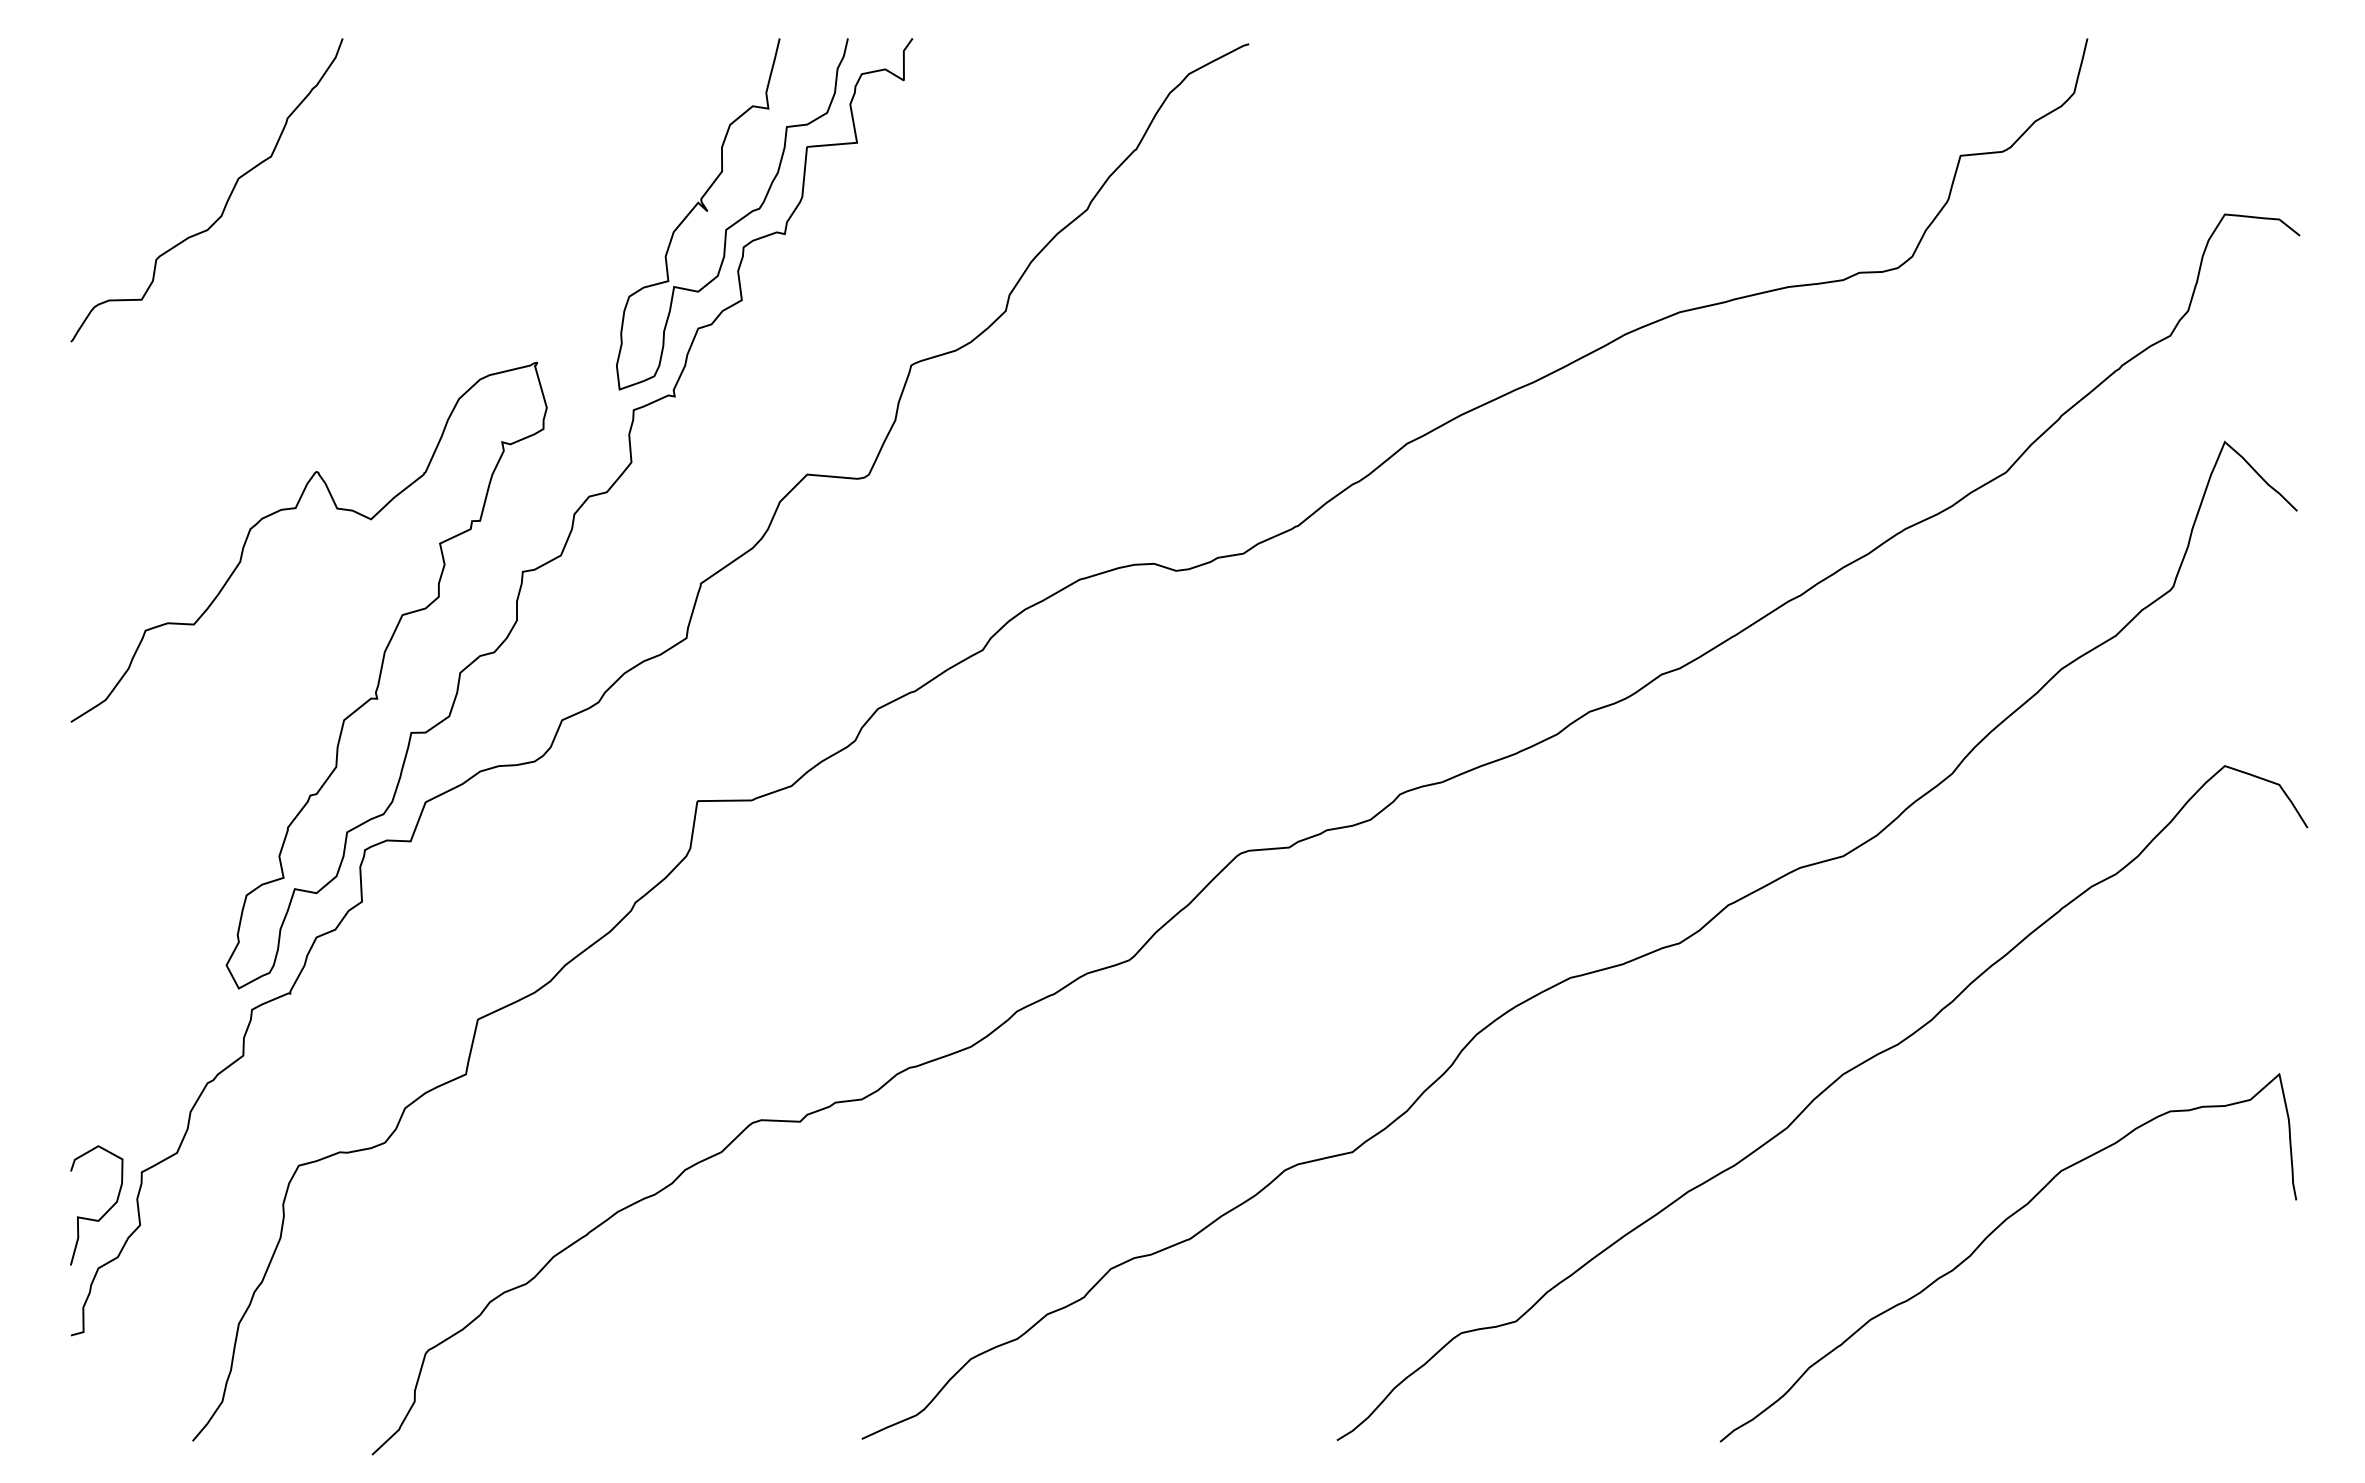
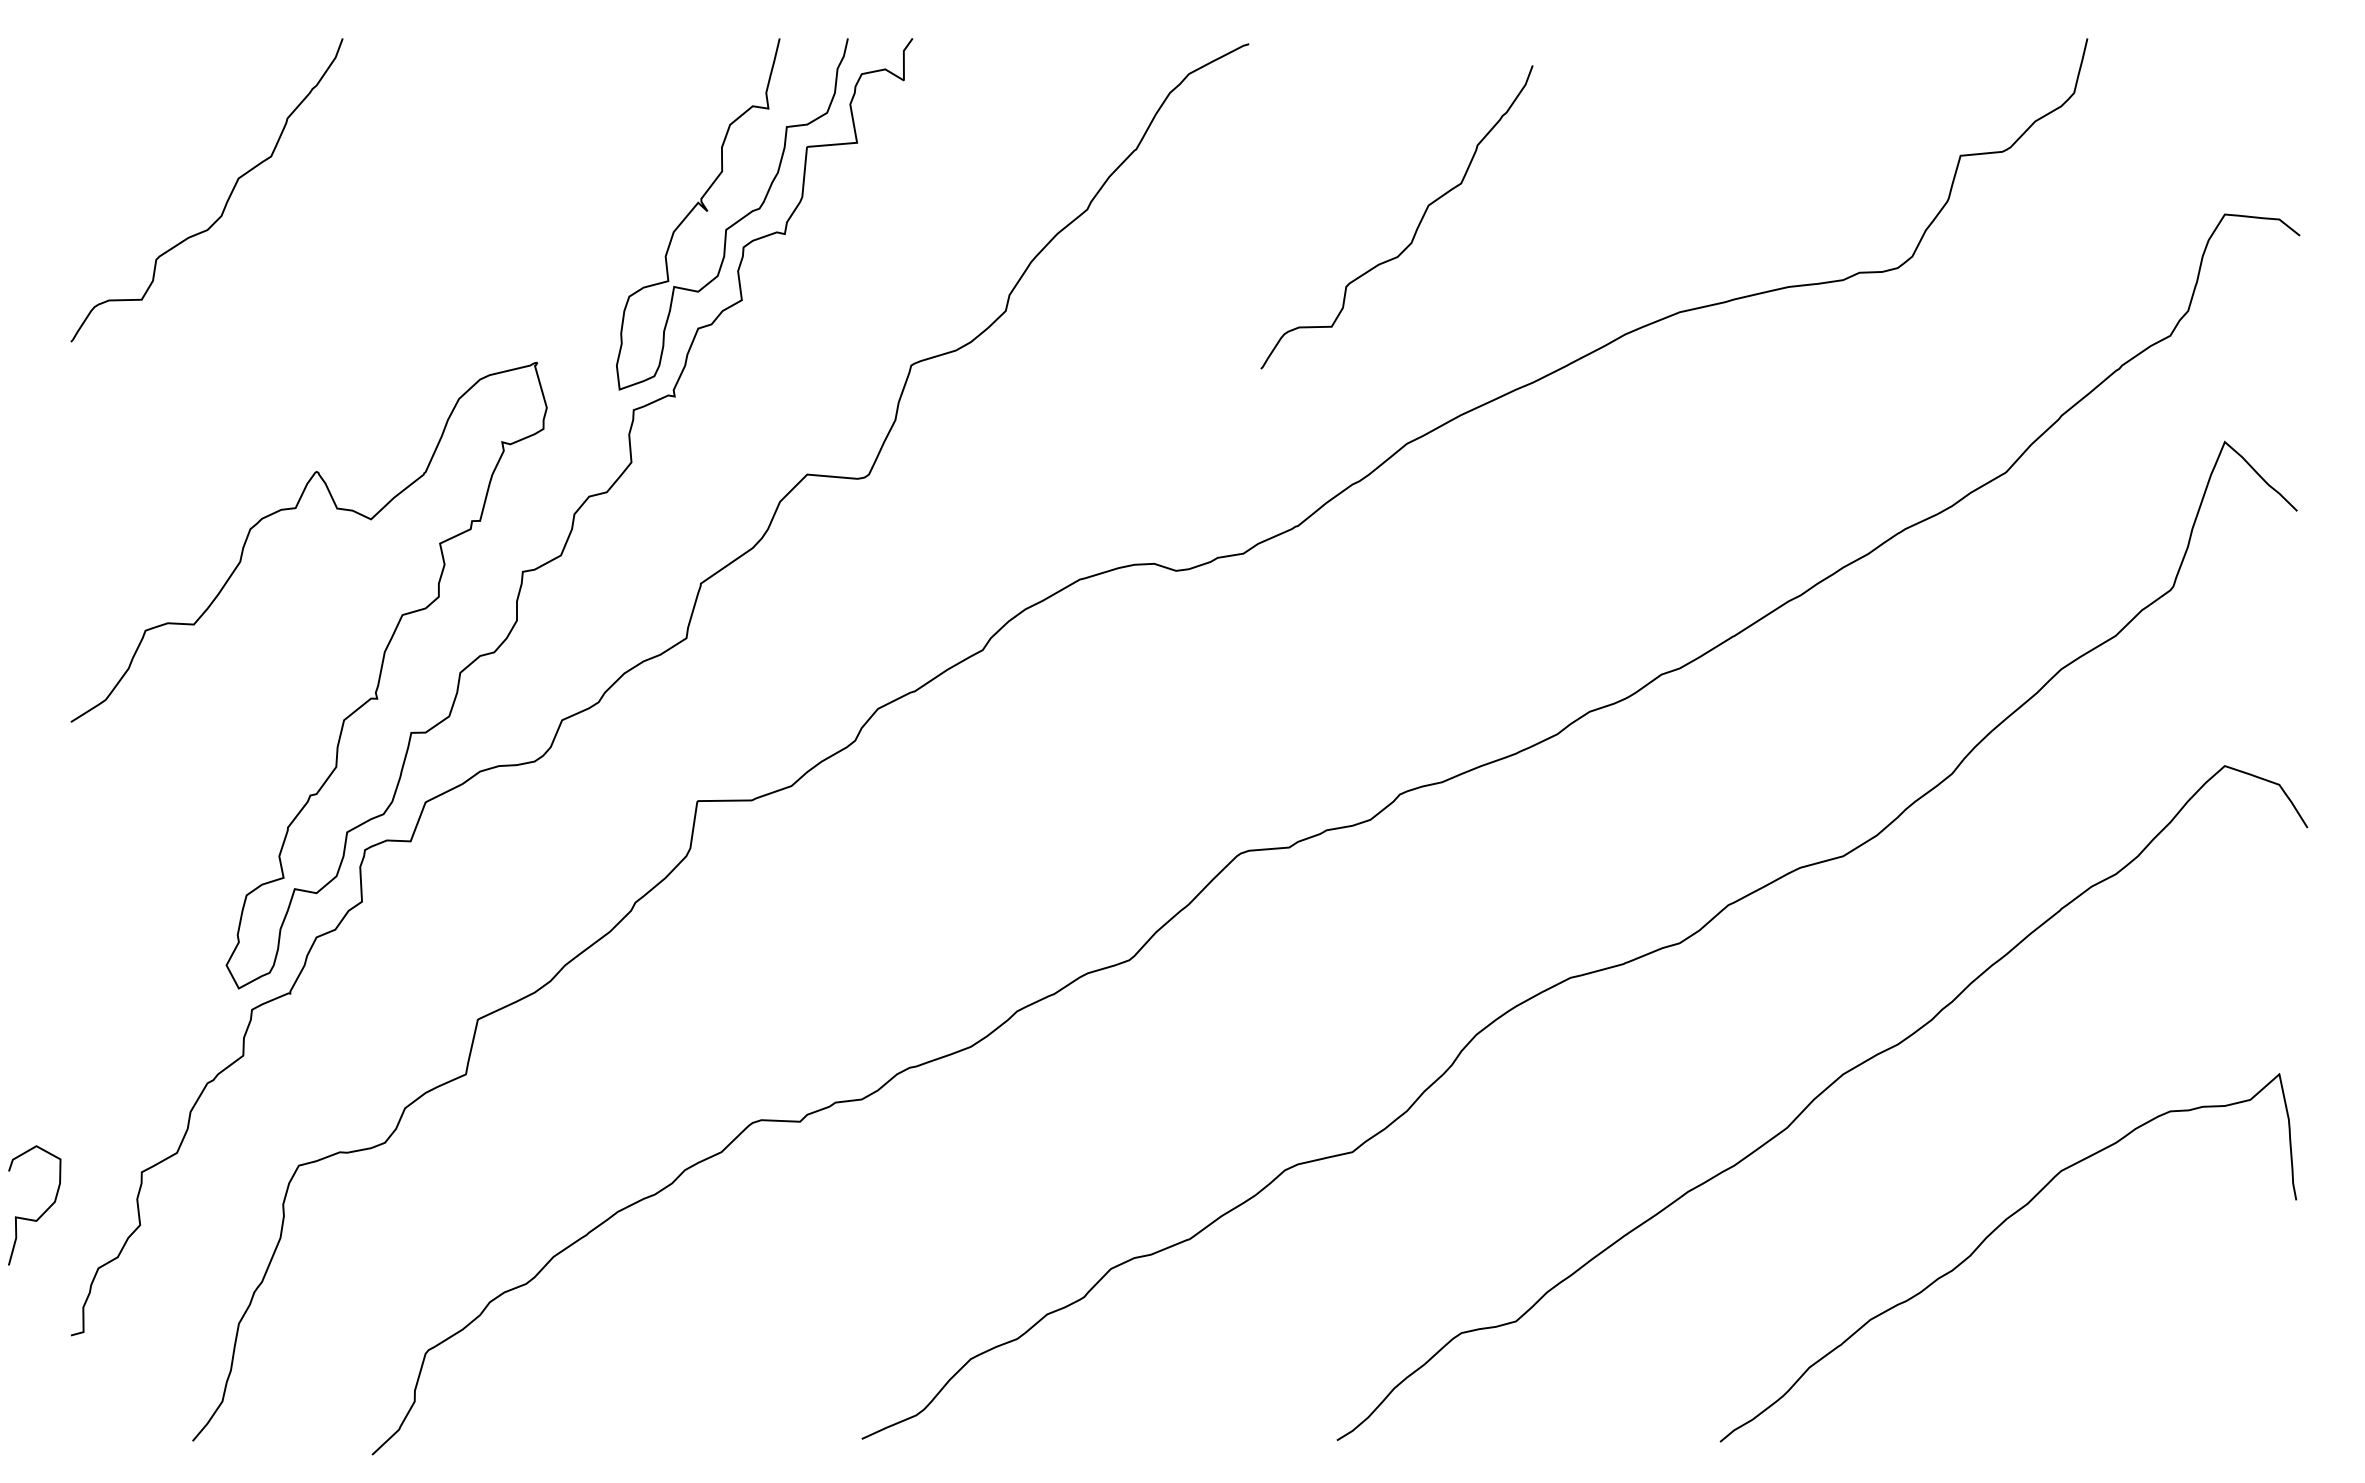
curve at (1417, 225): none -> present
curve at (104, 1213) position: (104, 1213) -> (42, 1213)
